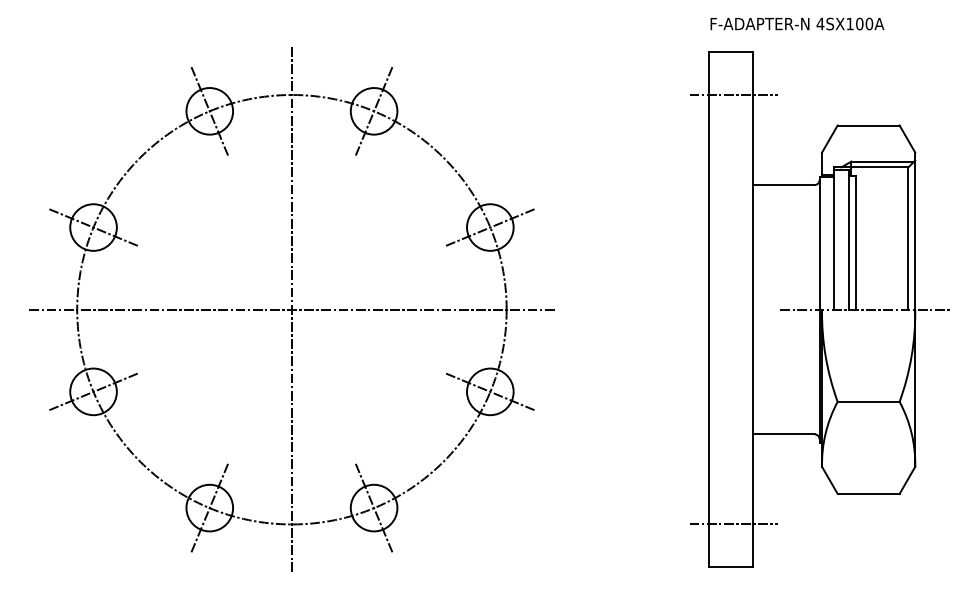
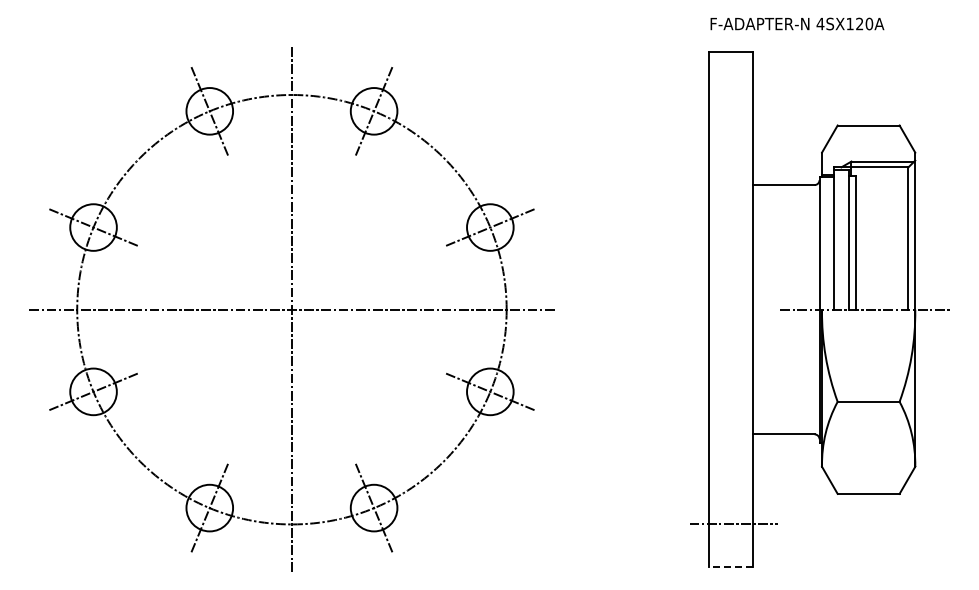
text at (859, 23): 4SX100A -> 4SX120A
line at (733, 94): present -> none
line at (730, 567): solid -> dashed
